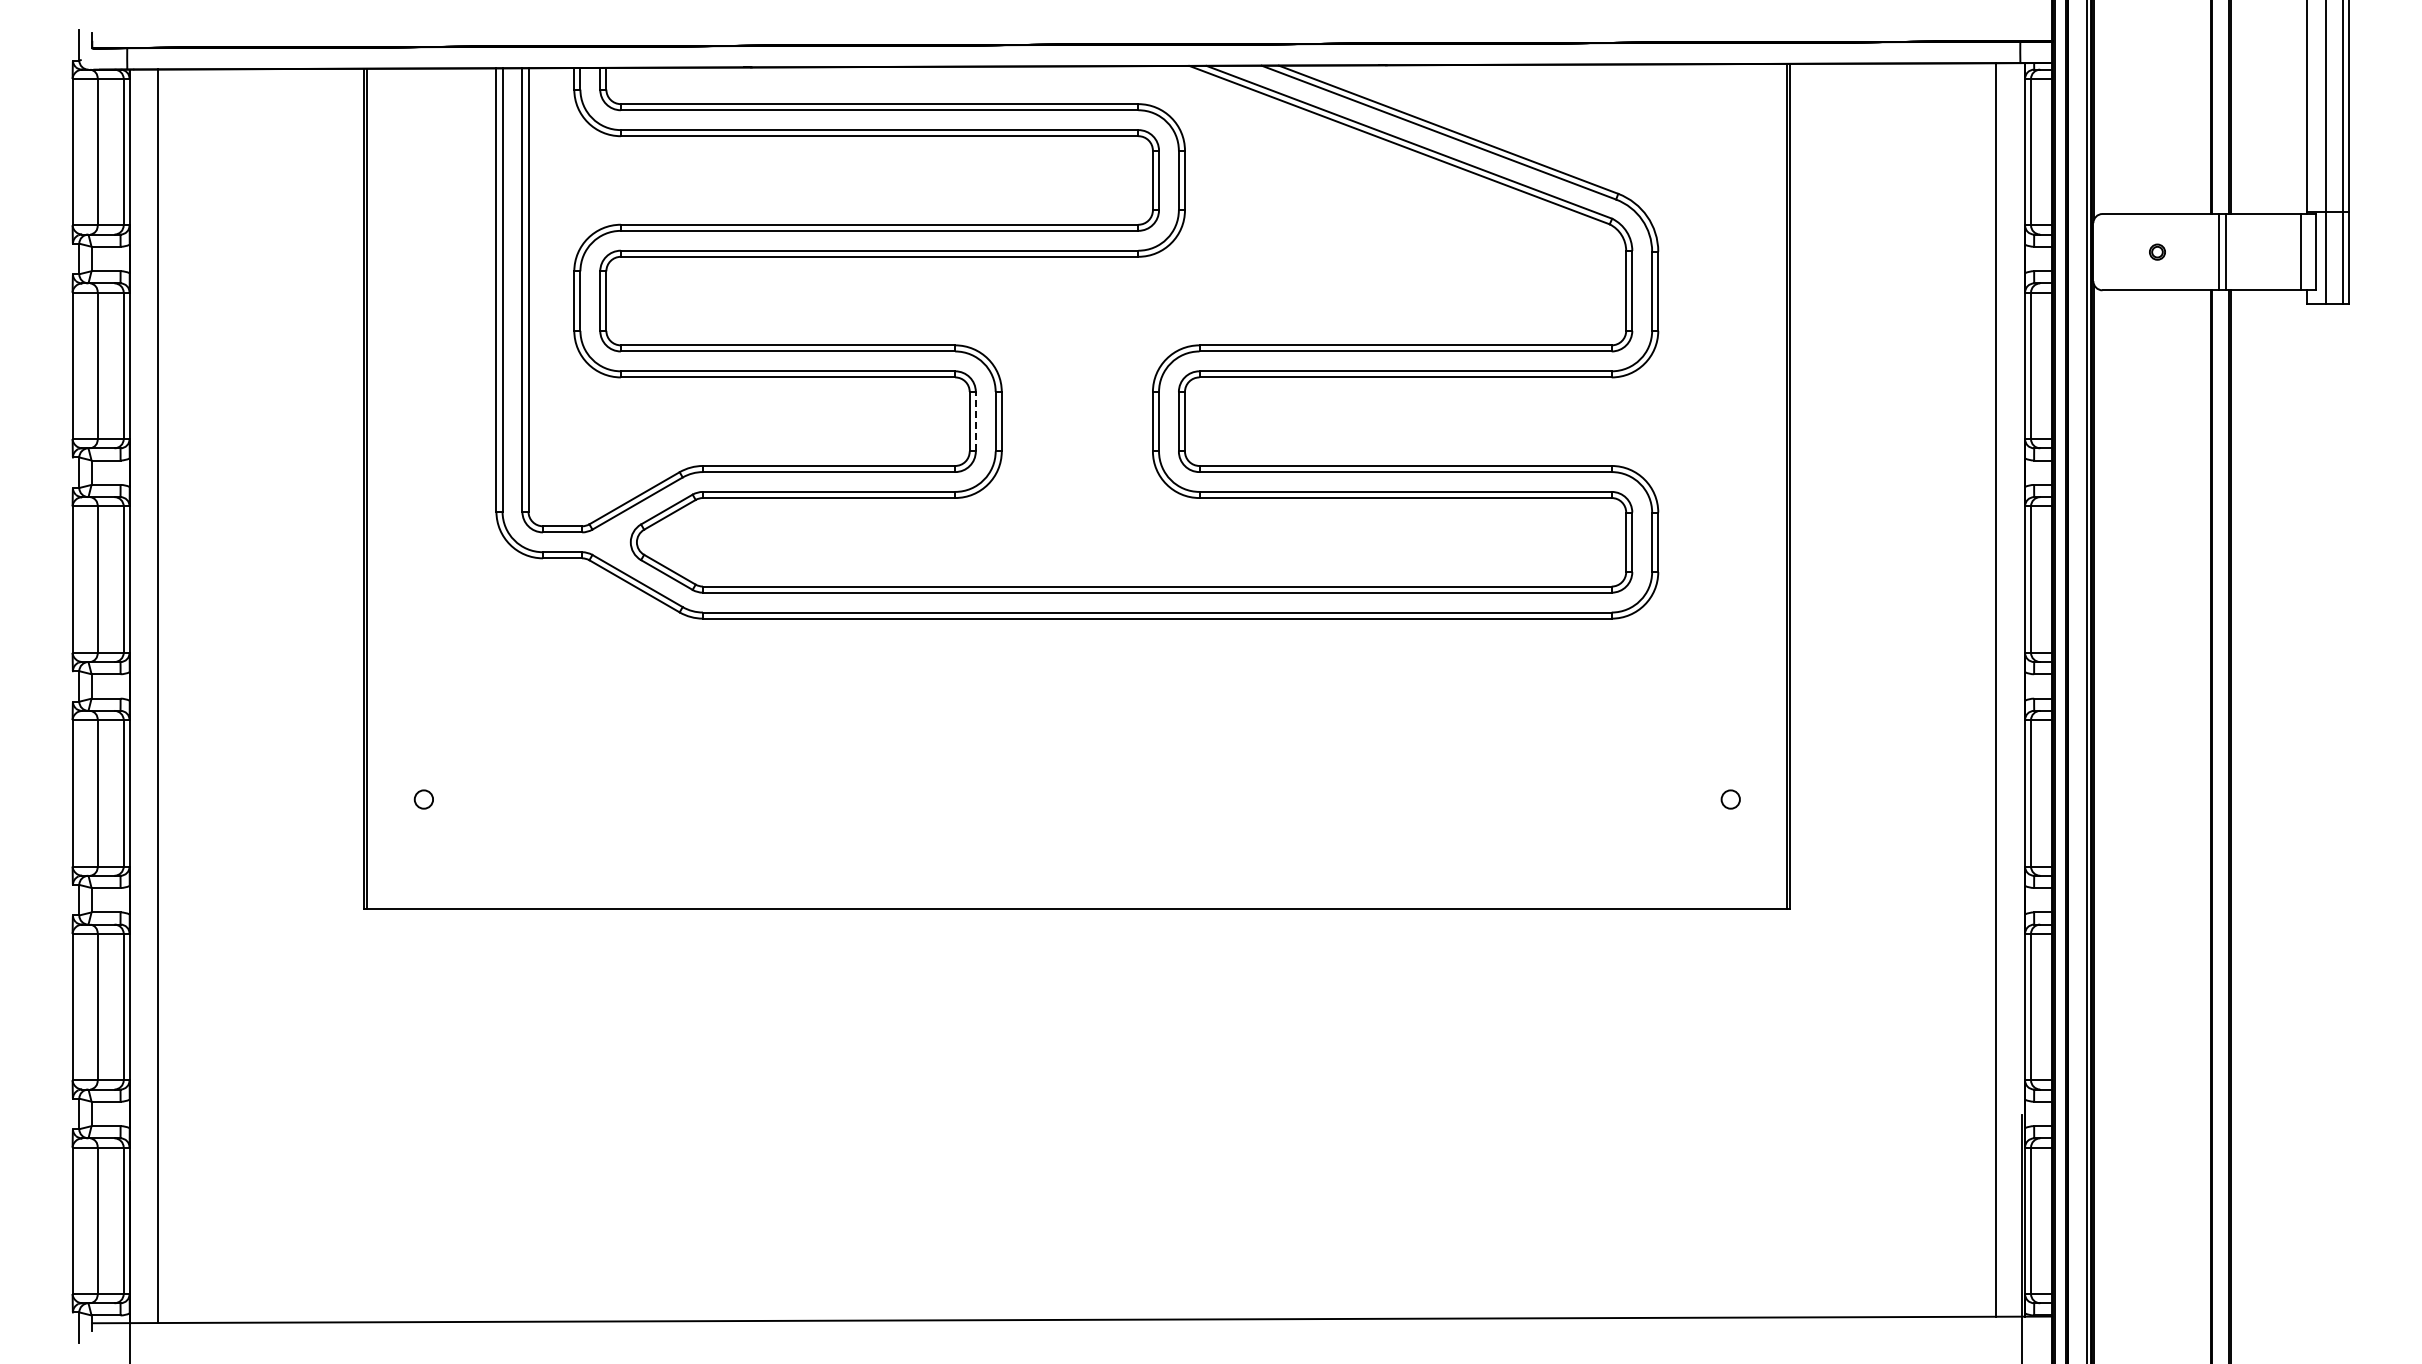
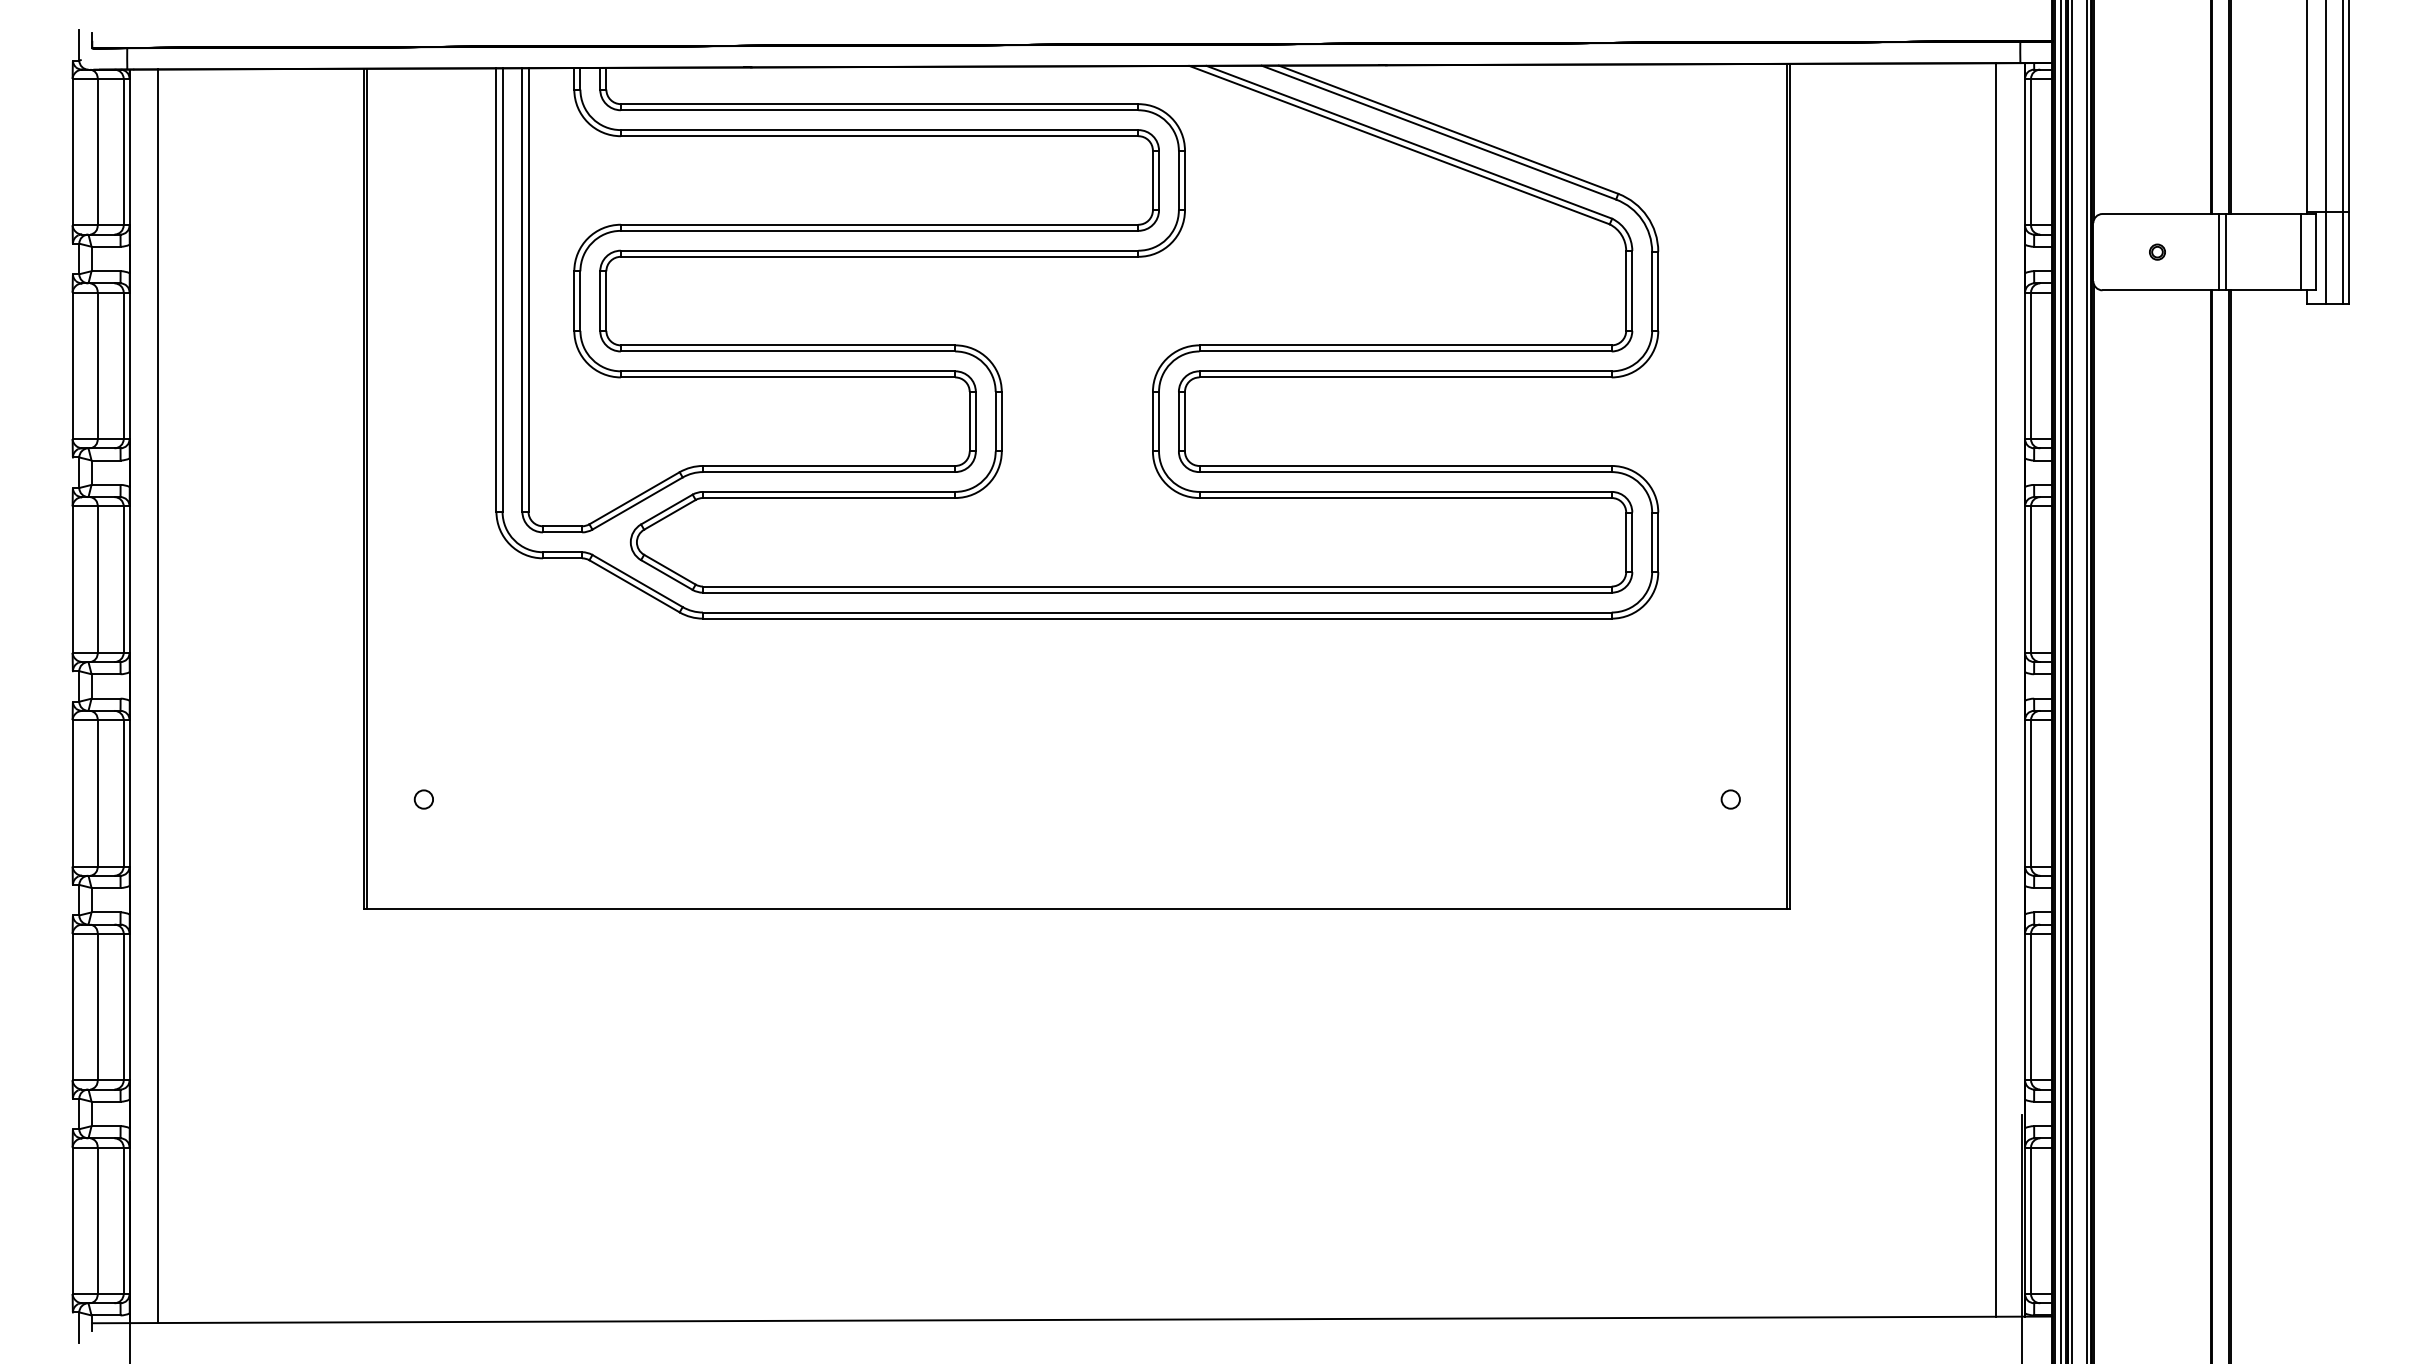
line at (975, 421): dashed -> solid
line at (2060, 681): none -> present
line at (2071, 681): none -> present
